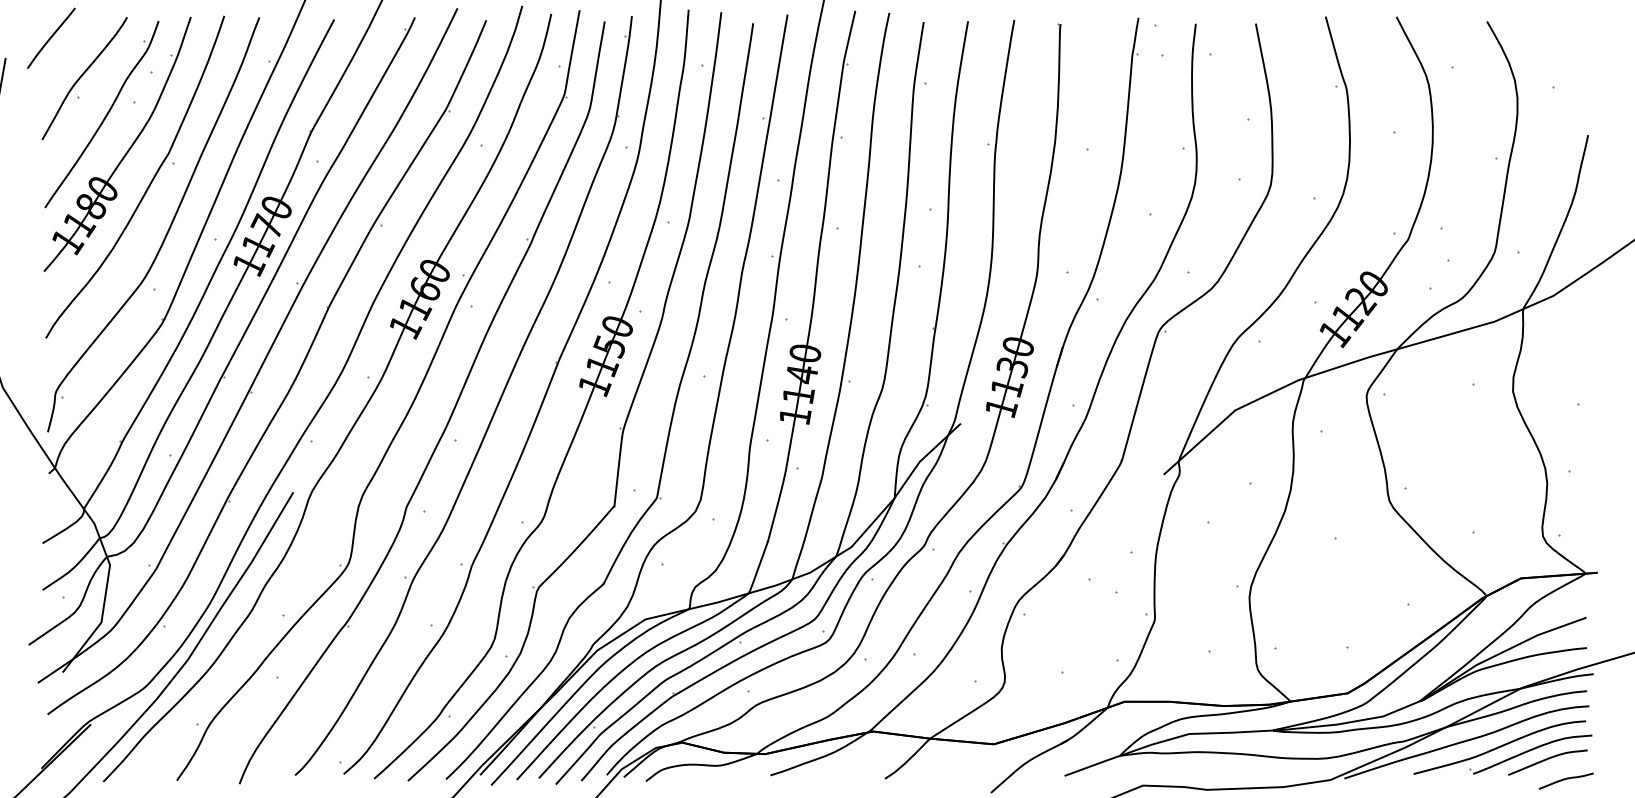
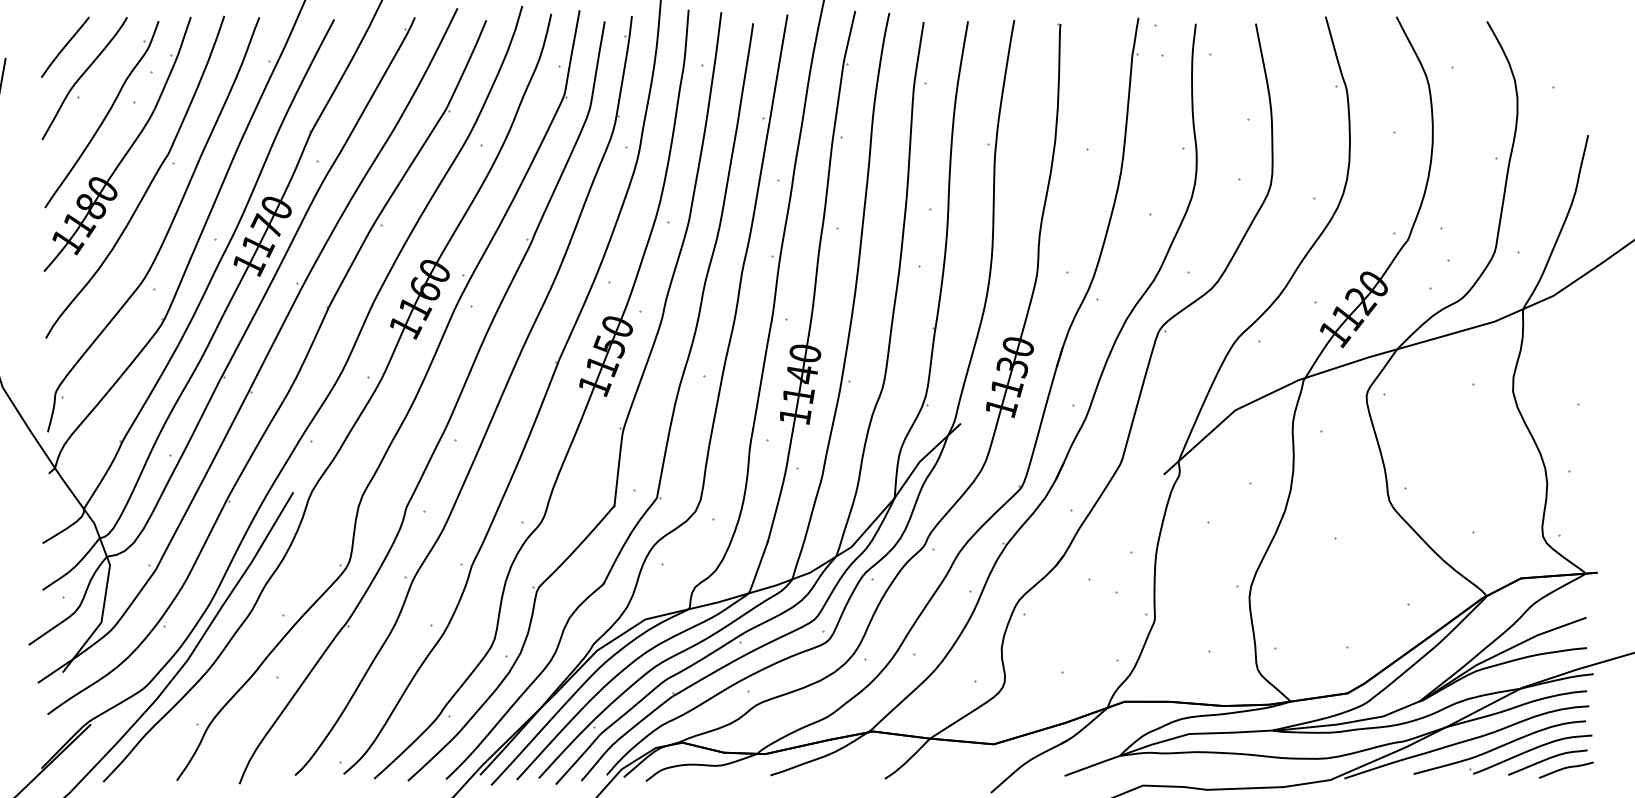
curve at (51, 37) position: (51, 37) -> (65, 46)
curve at (1565, 779) position: (1565, 779) -> (1565, 768)
